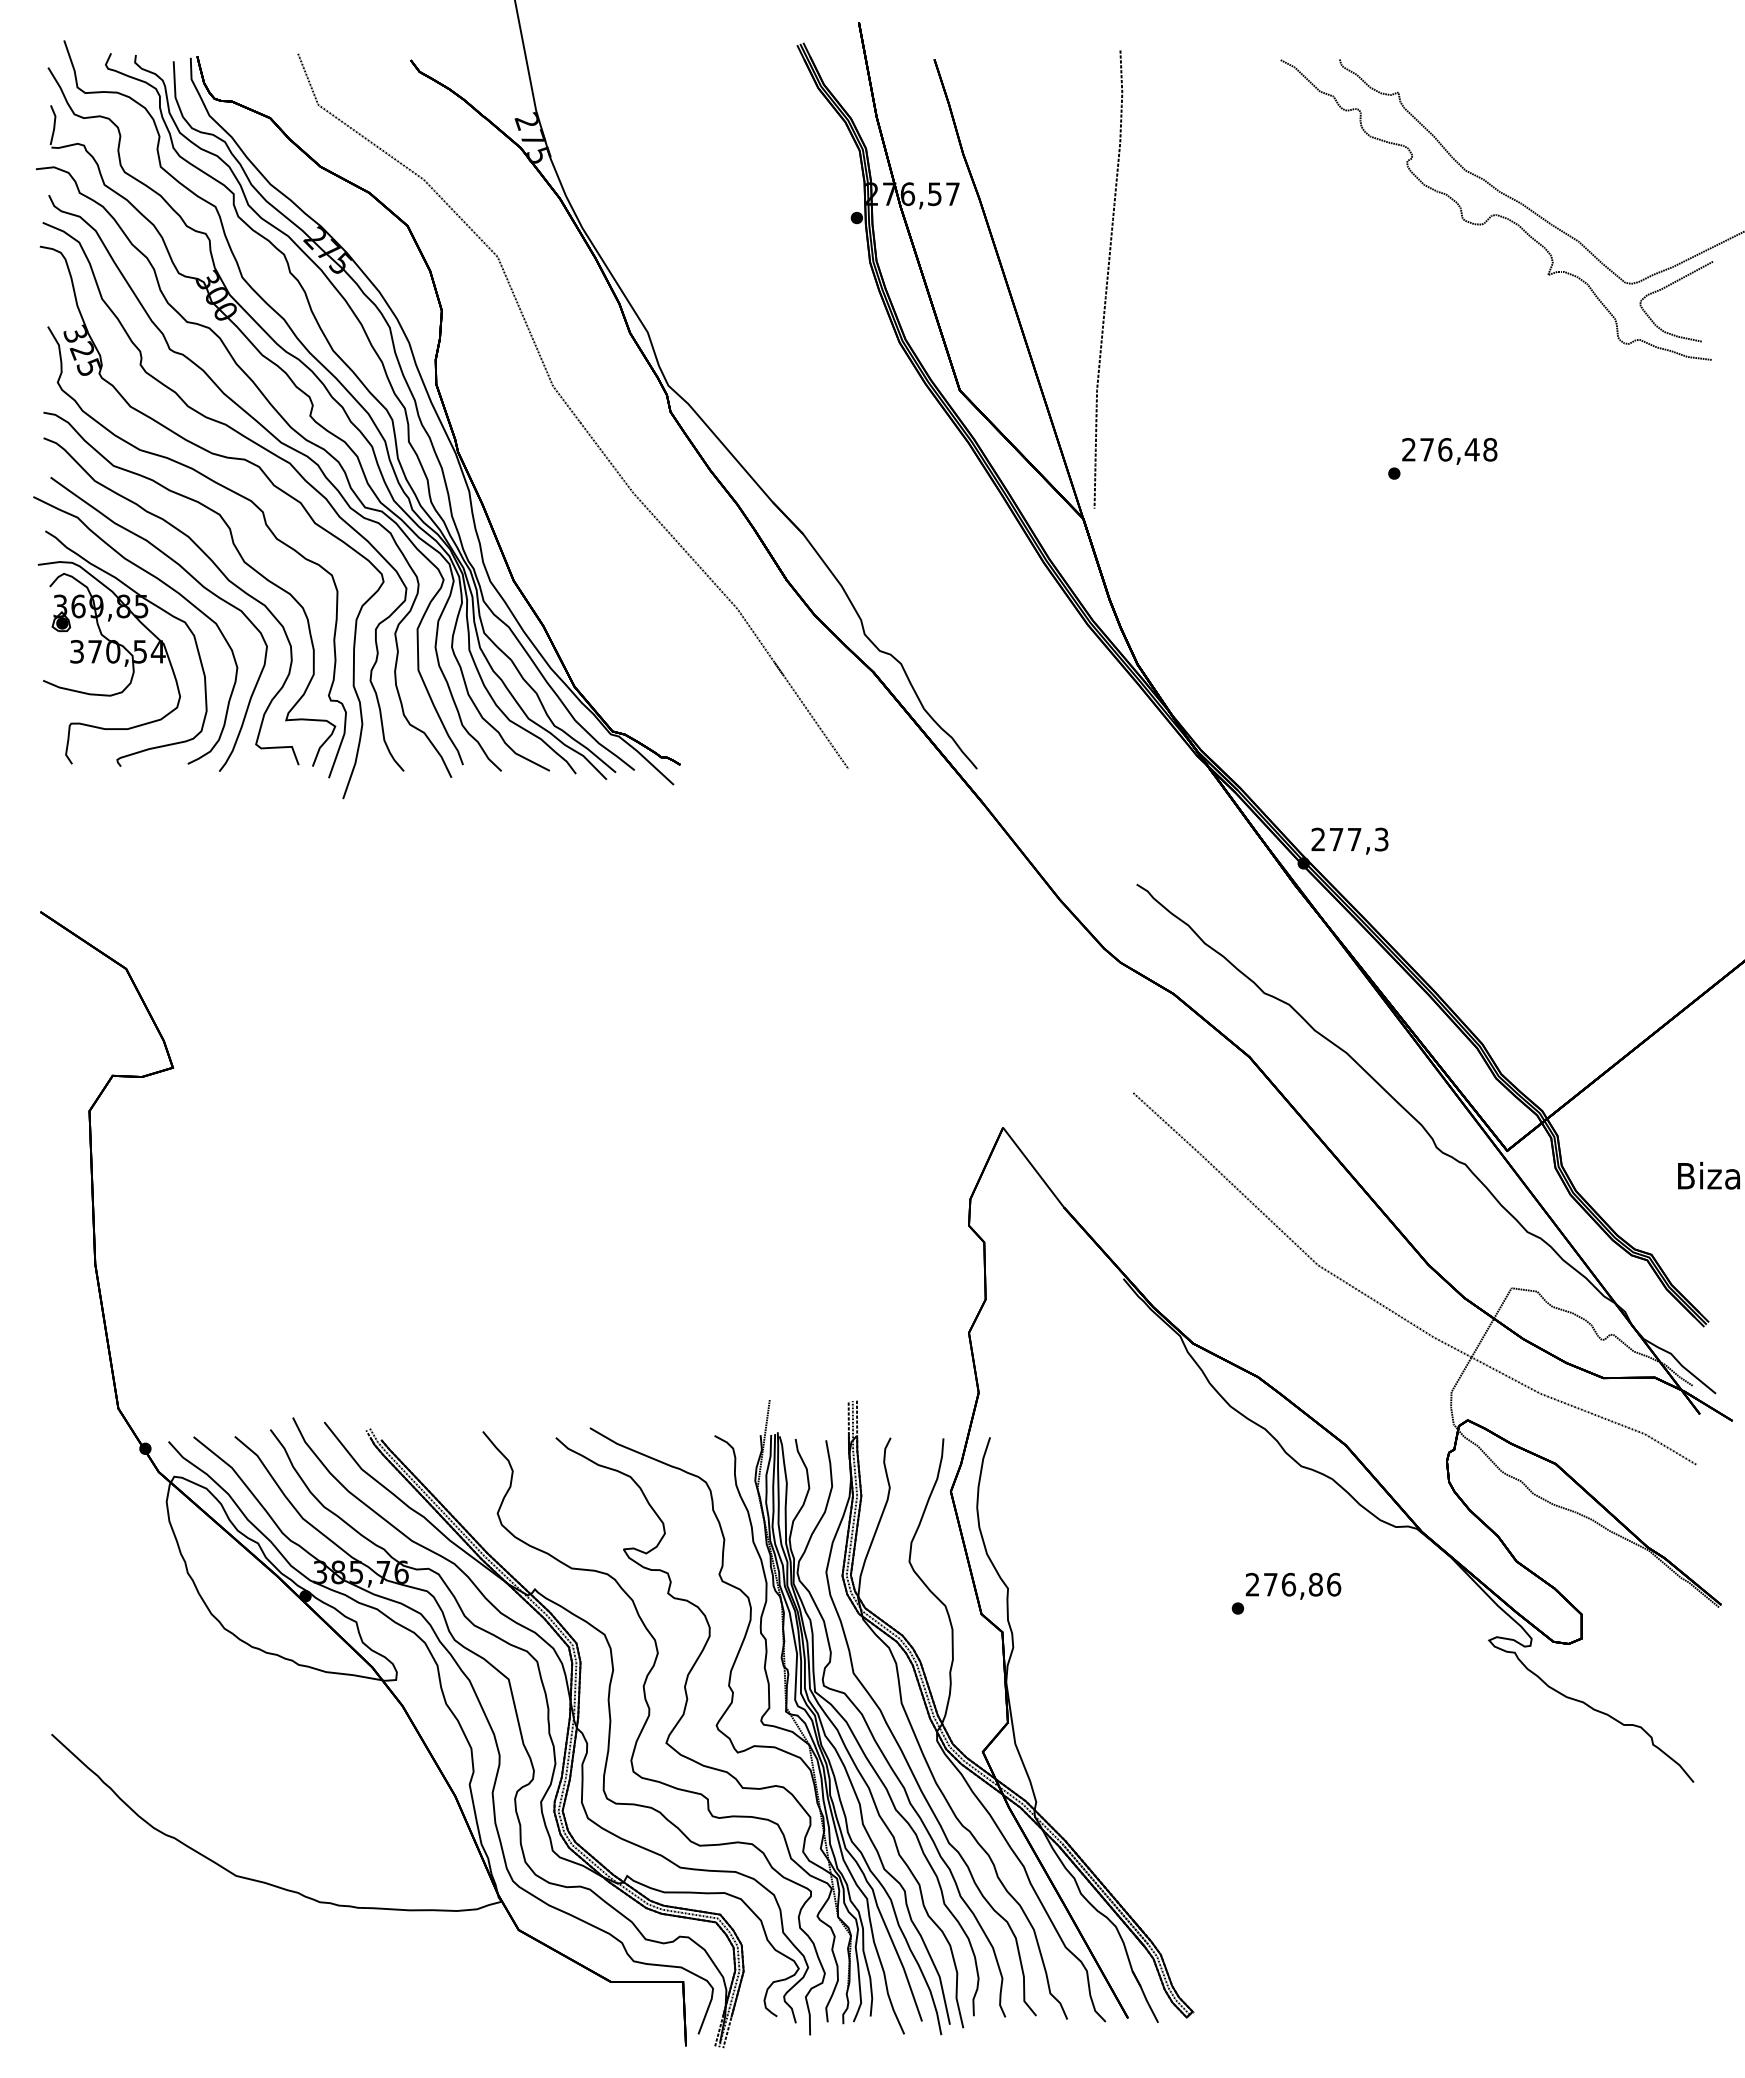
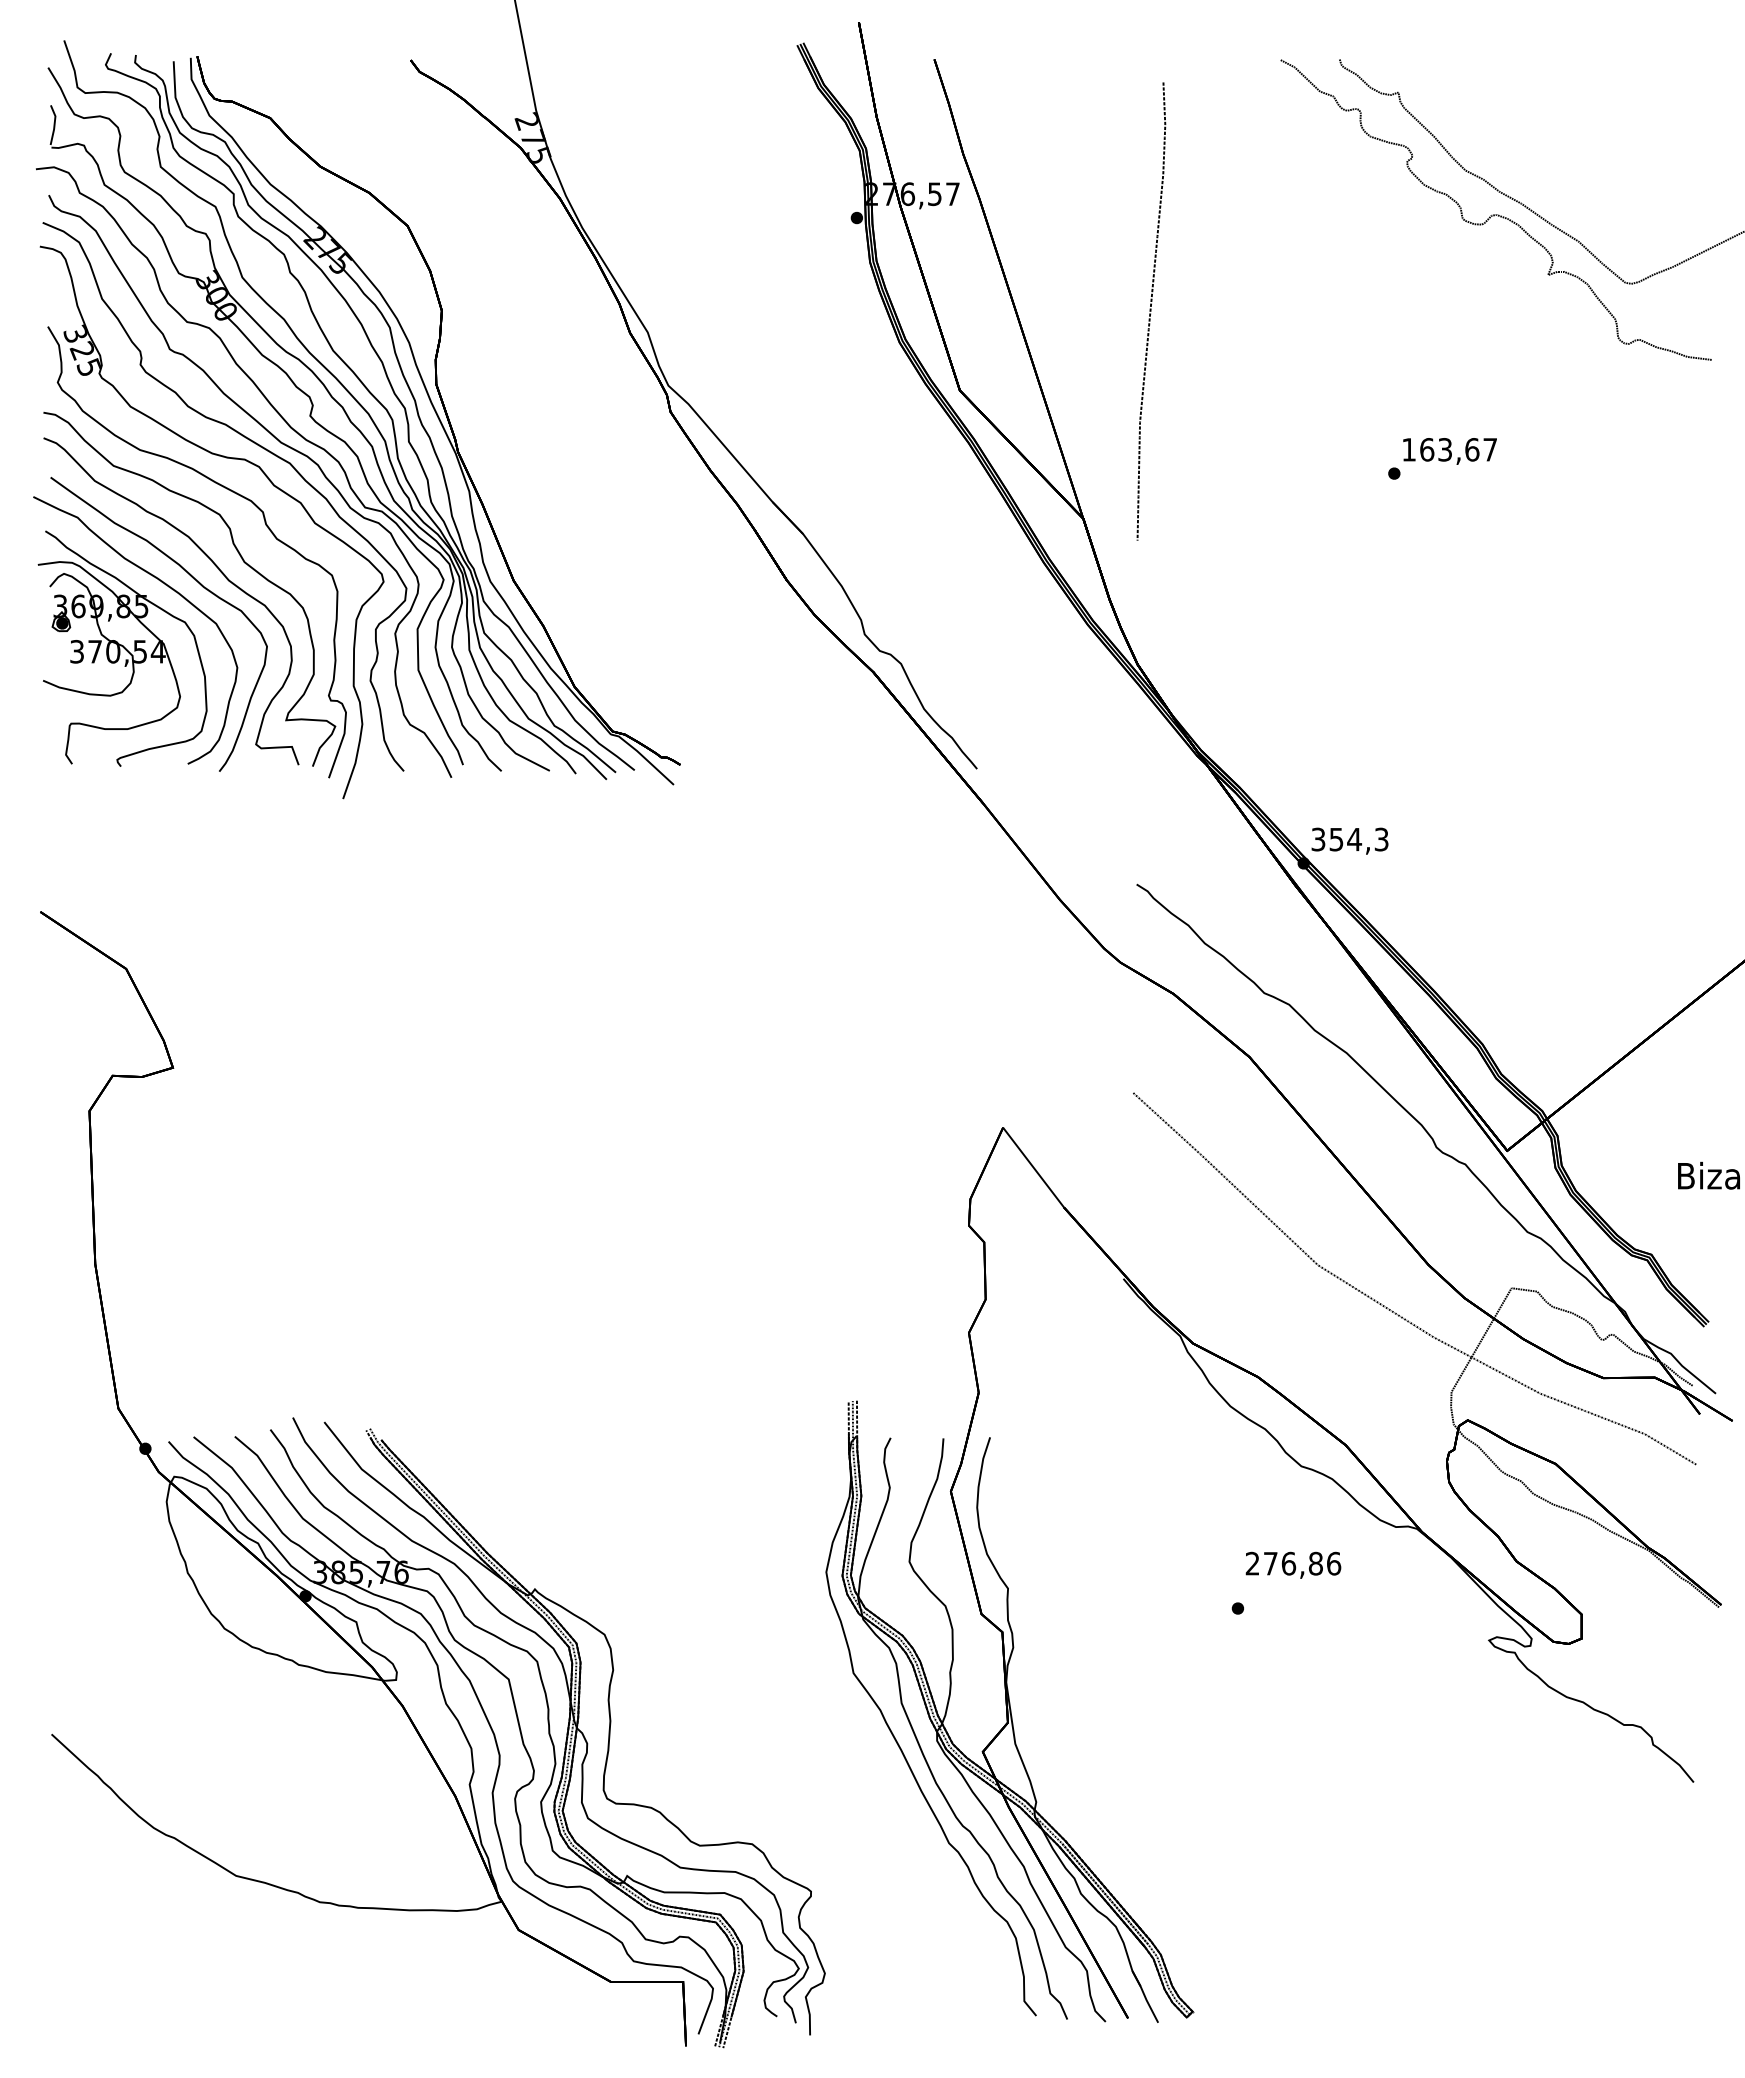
curve at (1108, 279) position: (1108, 279) -> (1151, 311)
curve at (1669, 286): present -> none
part at (572, 411): present -> none
text at (1449, 449): 276,48 -> 163,67
text at (1336, 839): 277,3 -> 354,3
text at (1293, 1585) position: (1293, 1585) -> (1293, 1564)
part at (760, 1718): present -> none
